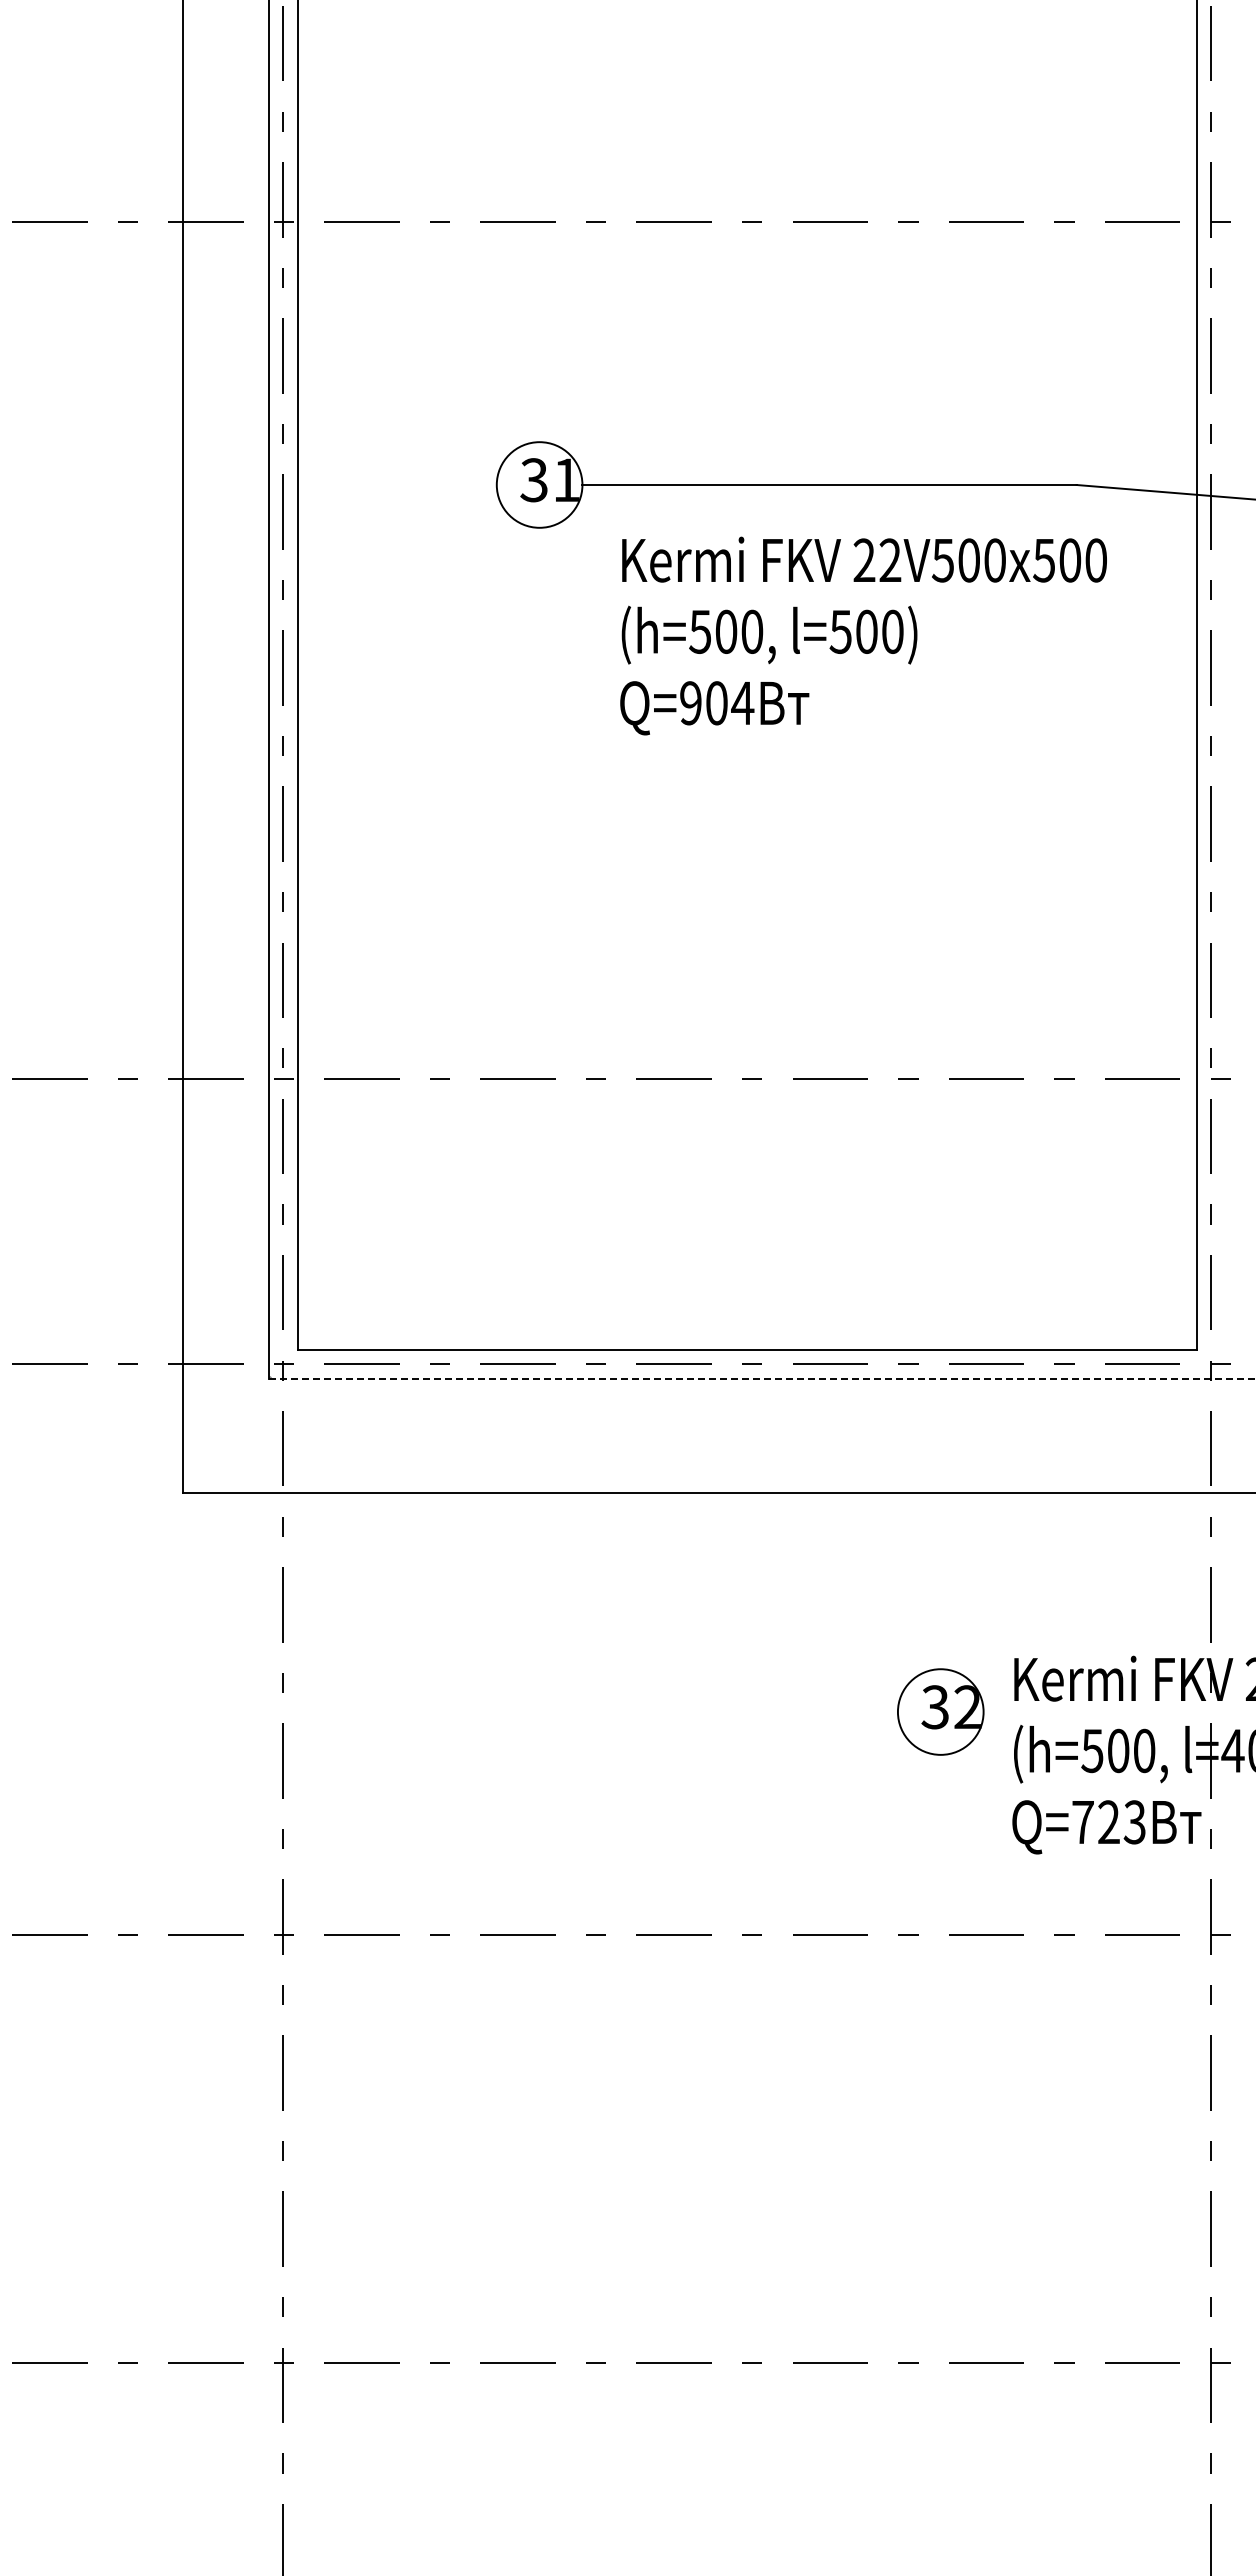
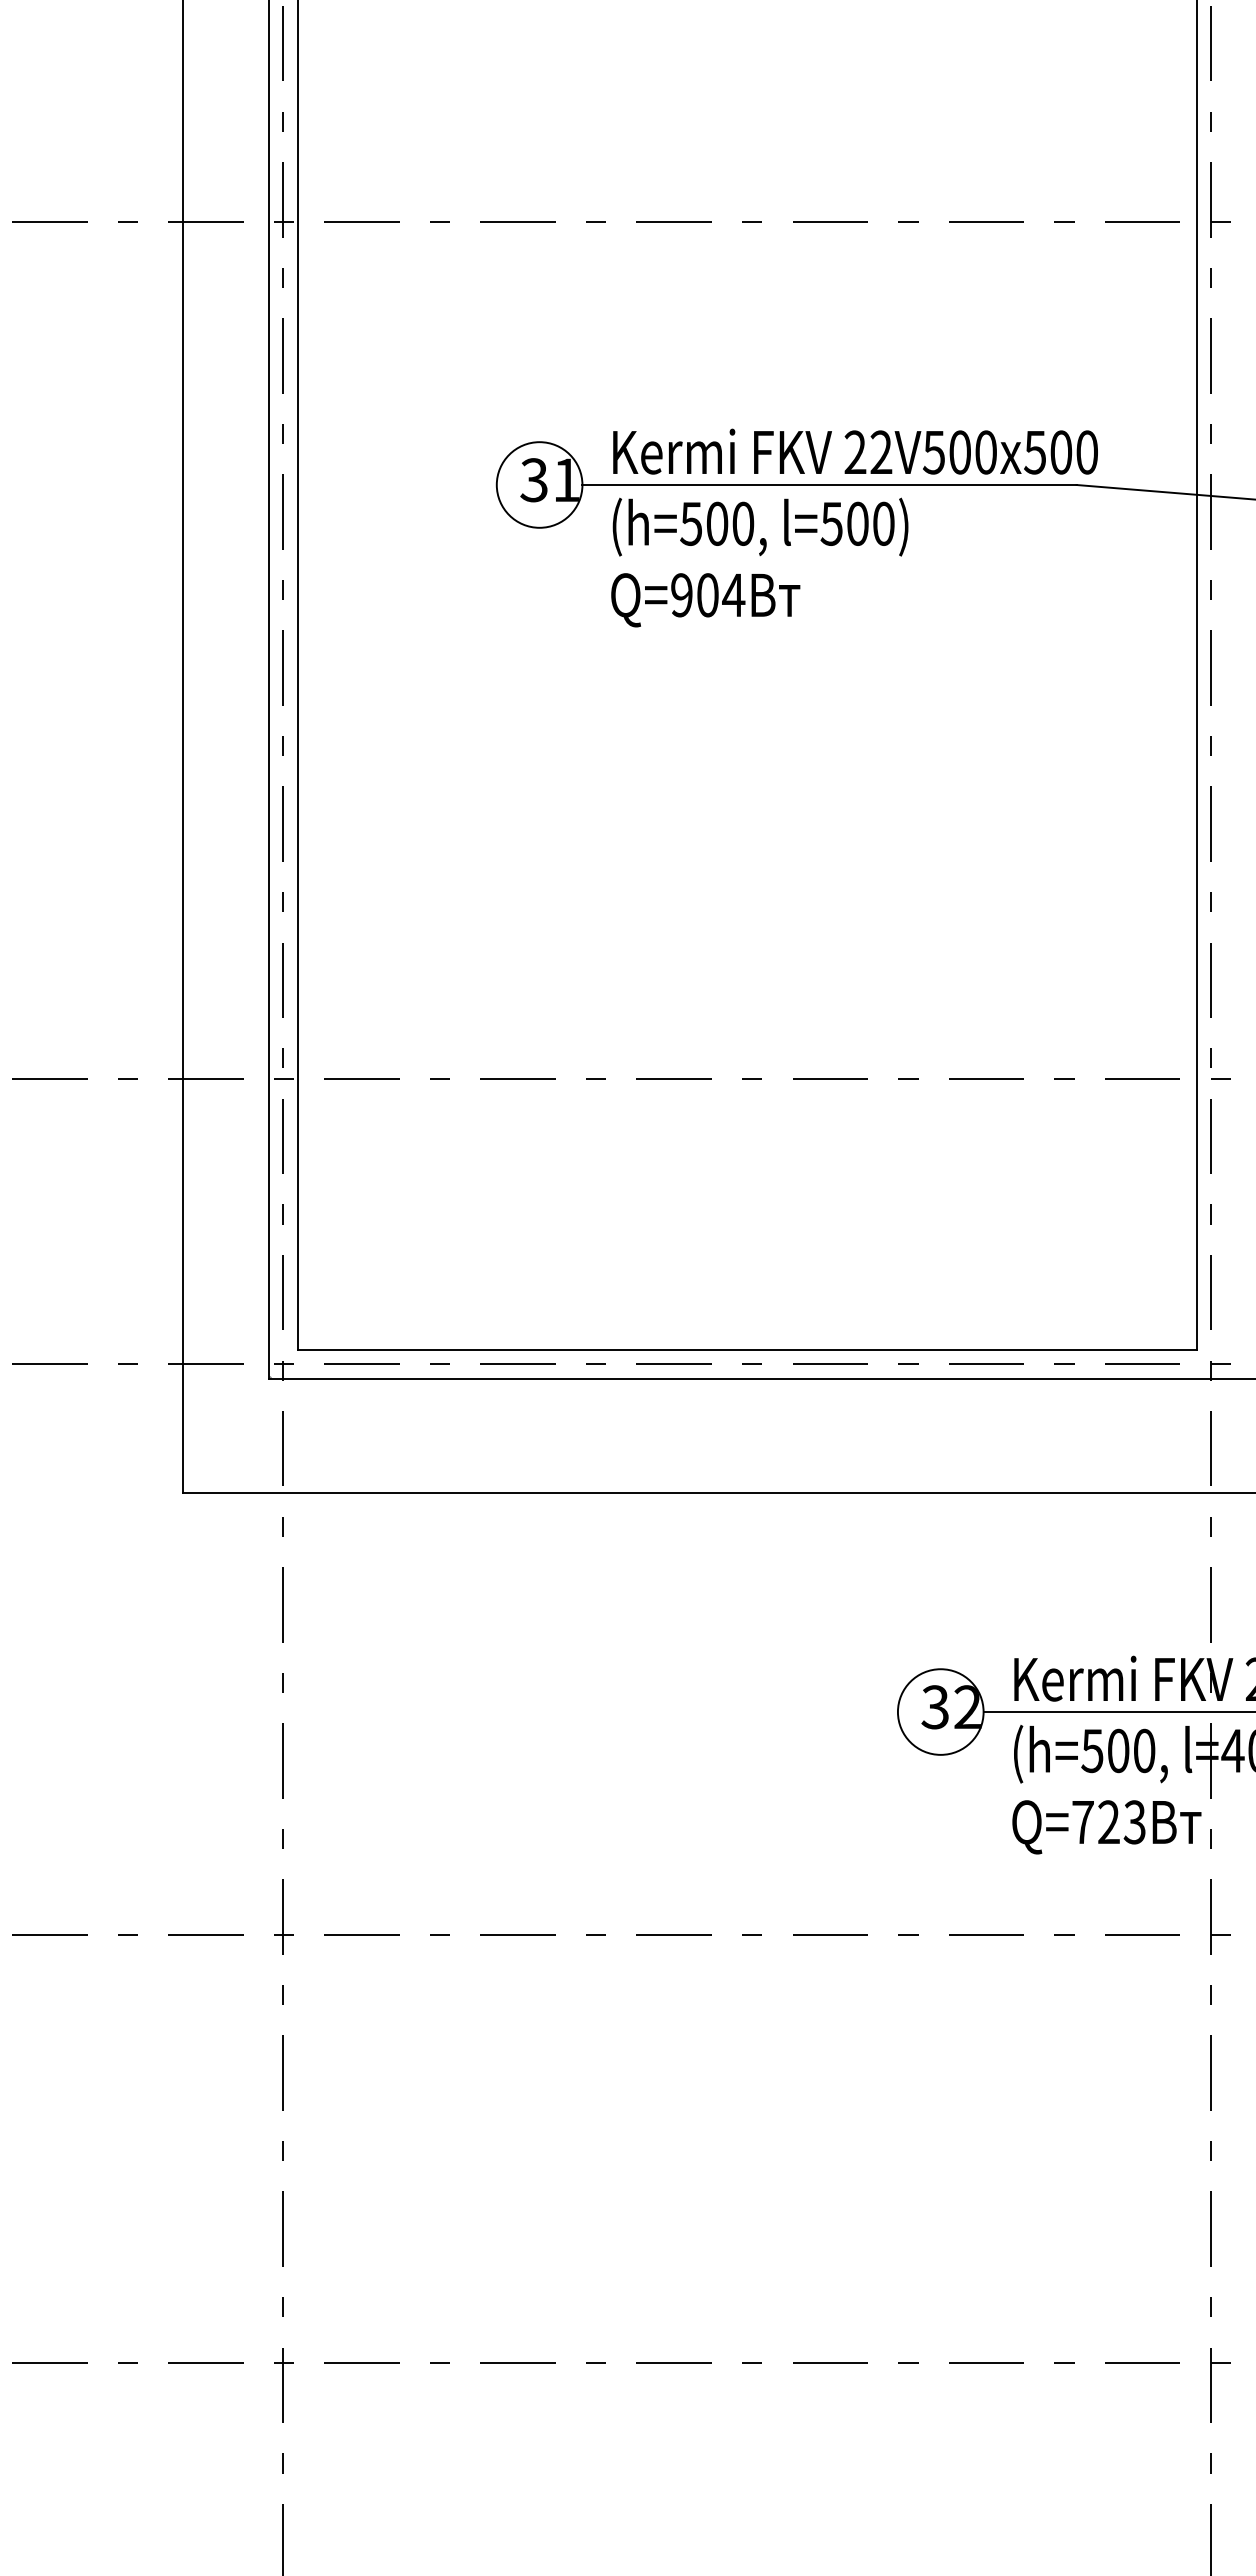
text at (863, 635) position: (863, 635) -> (854, 527)
line at (762, 1378): dashed -> solid
line at (1117, 1712): none -> present
